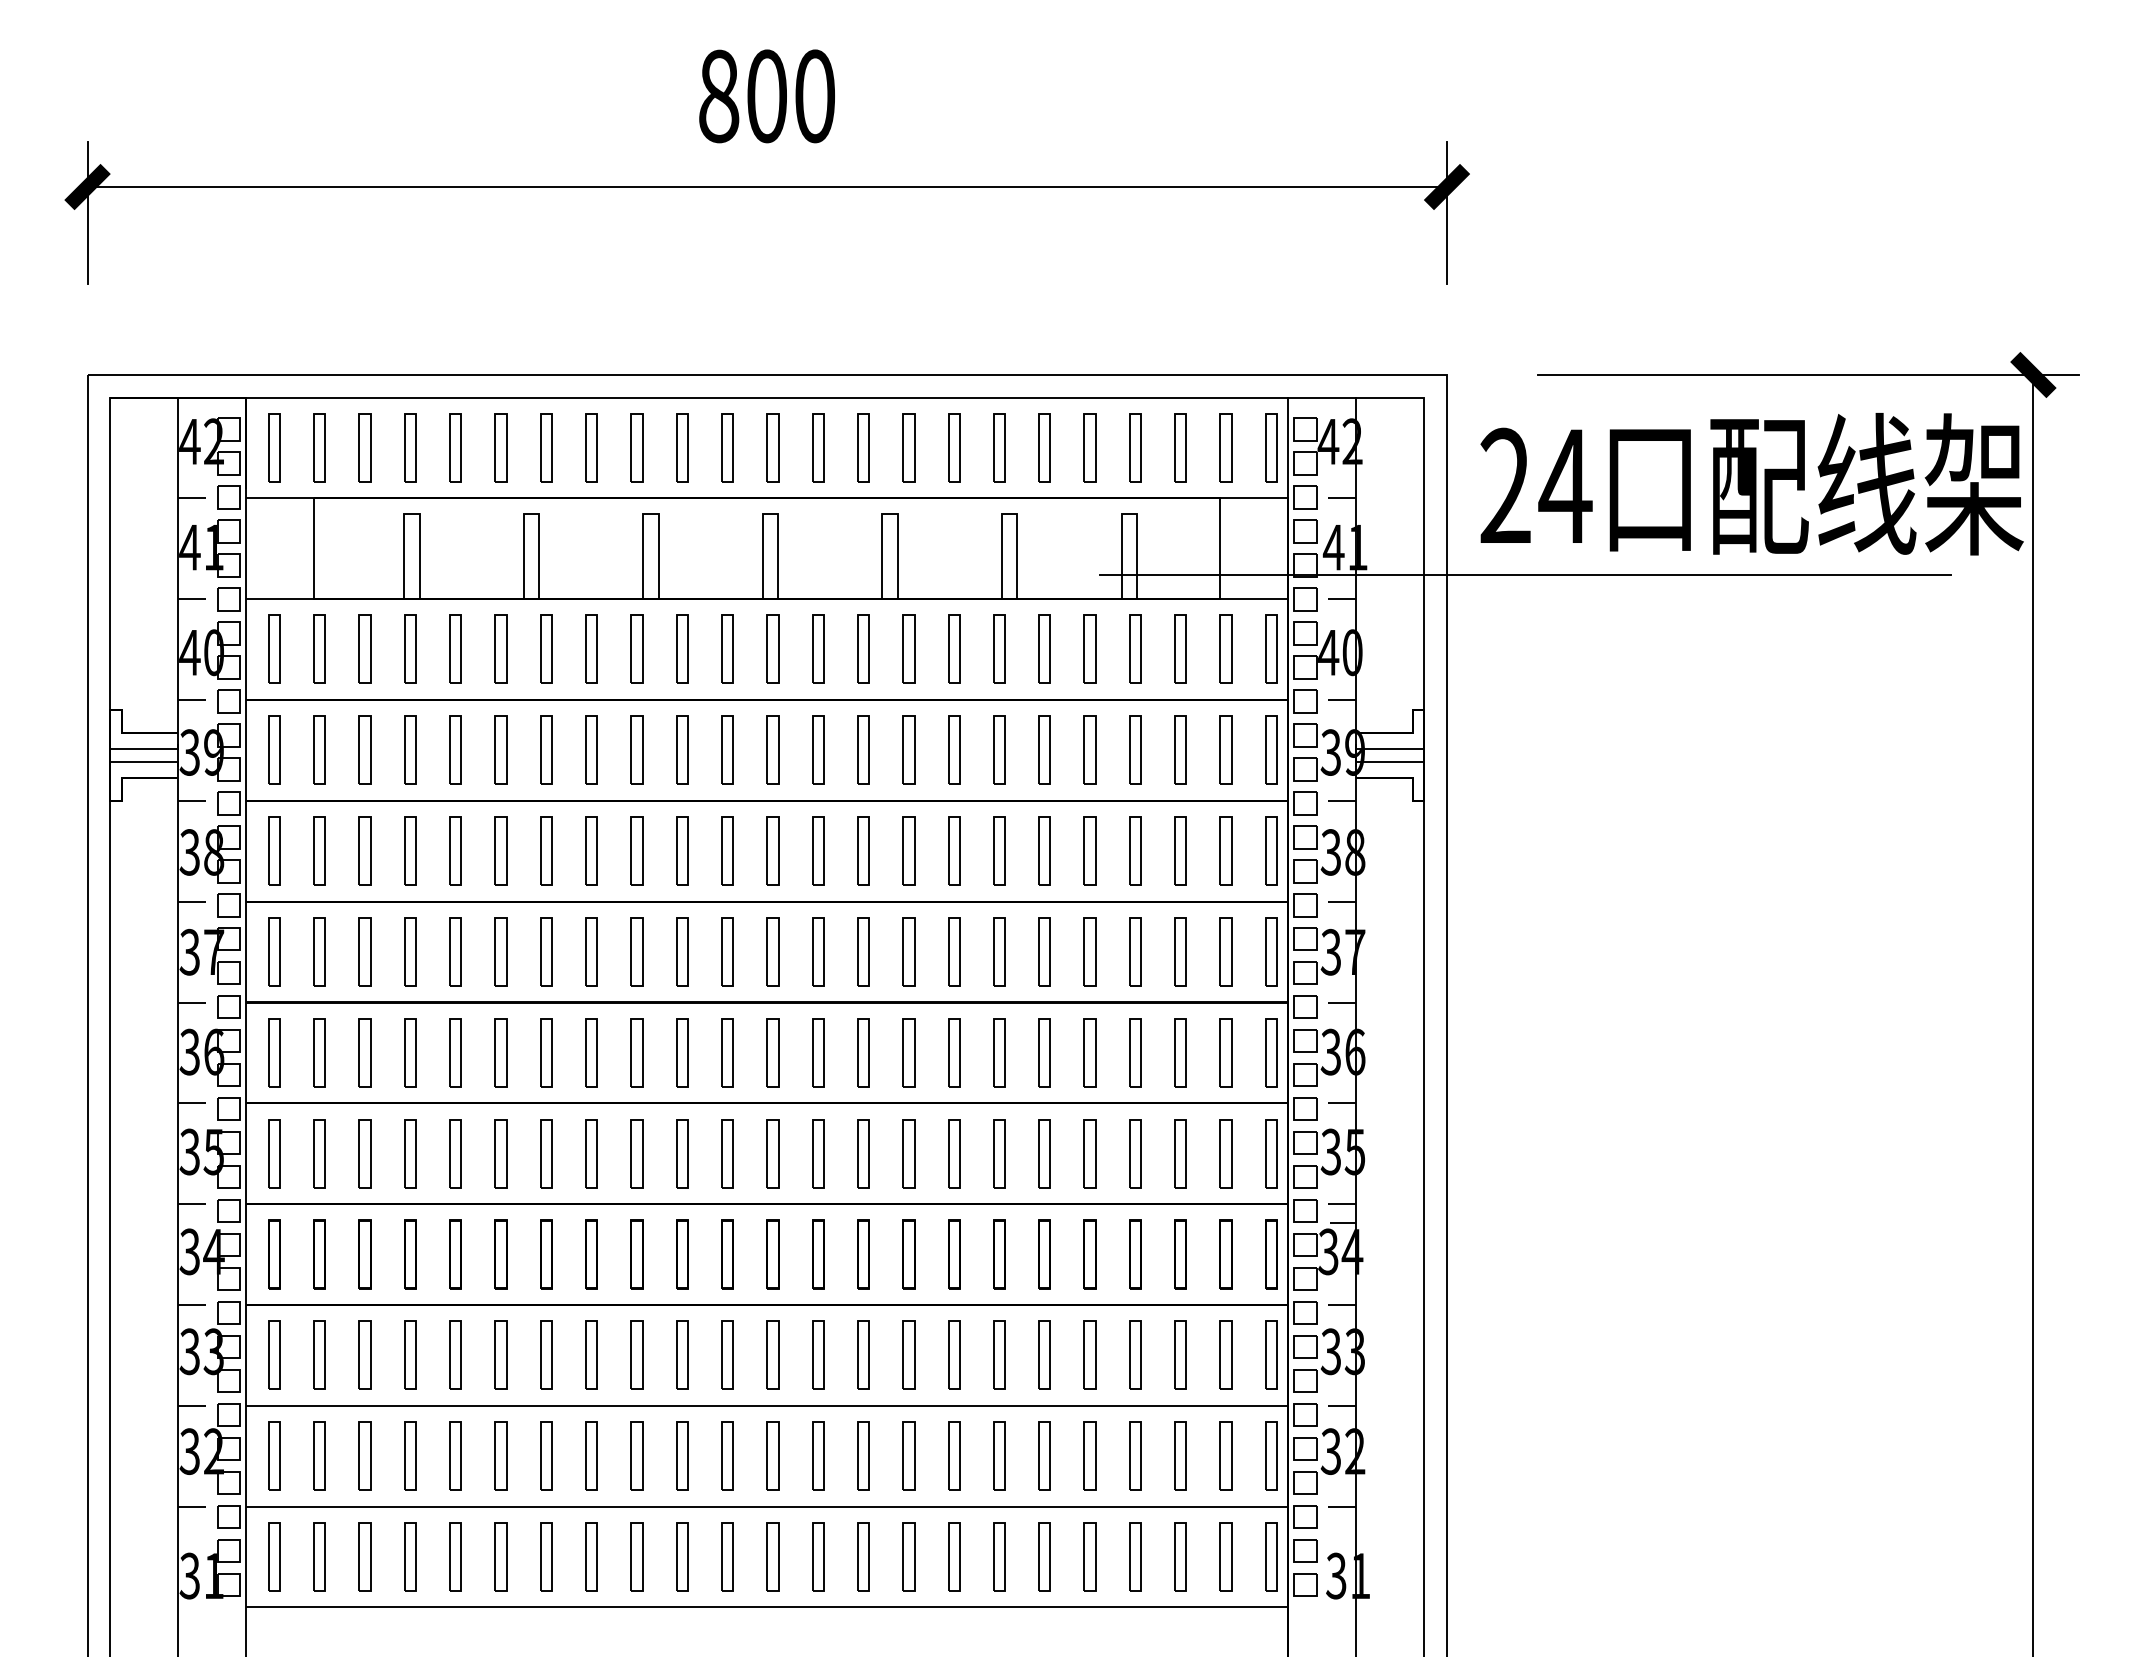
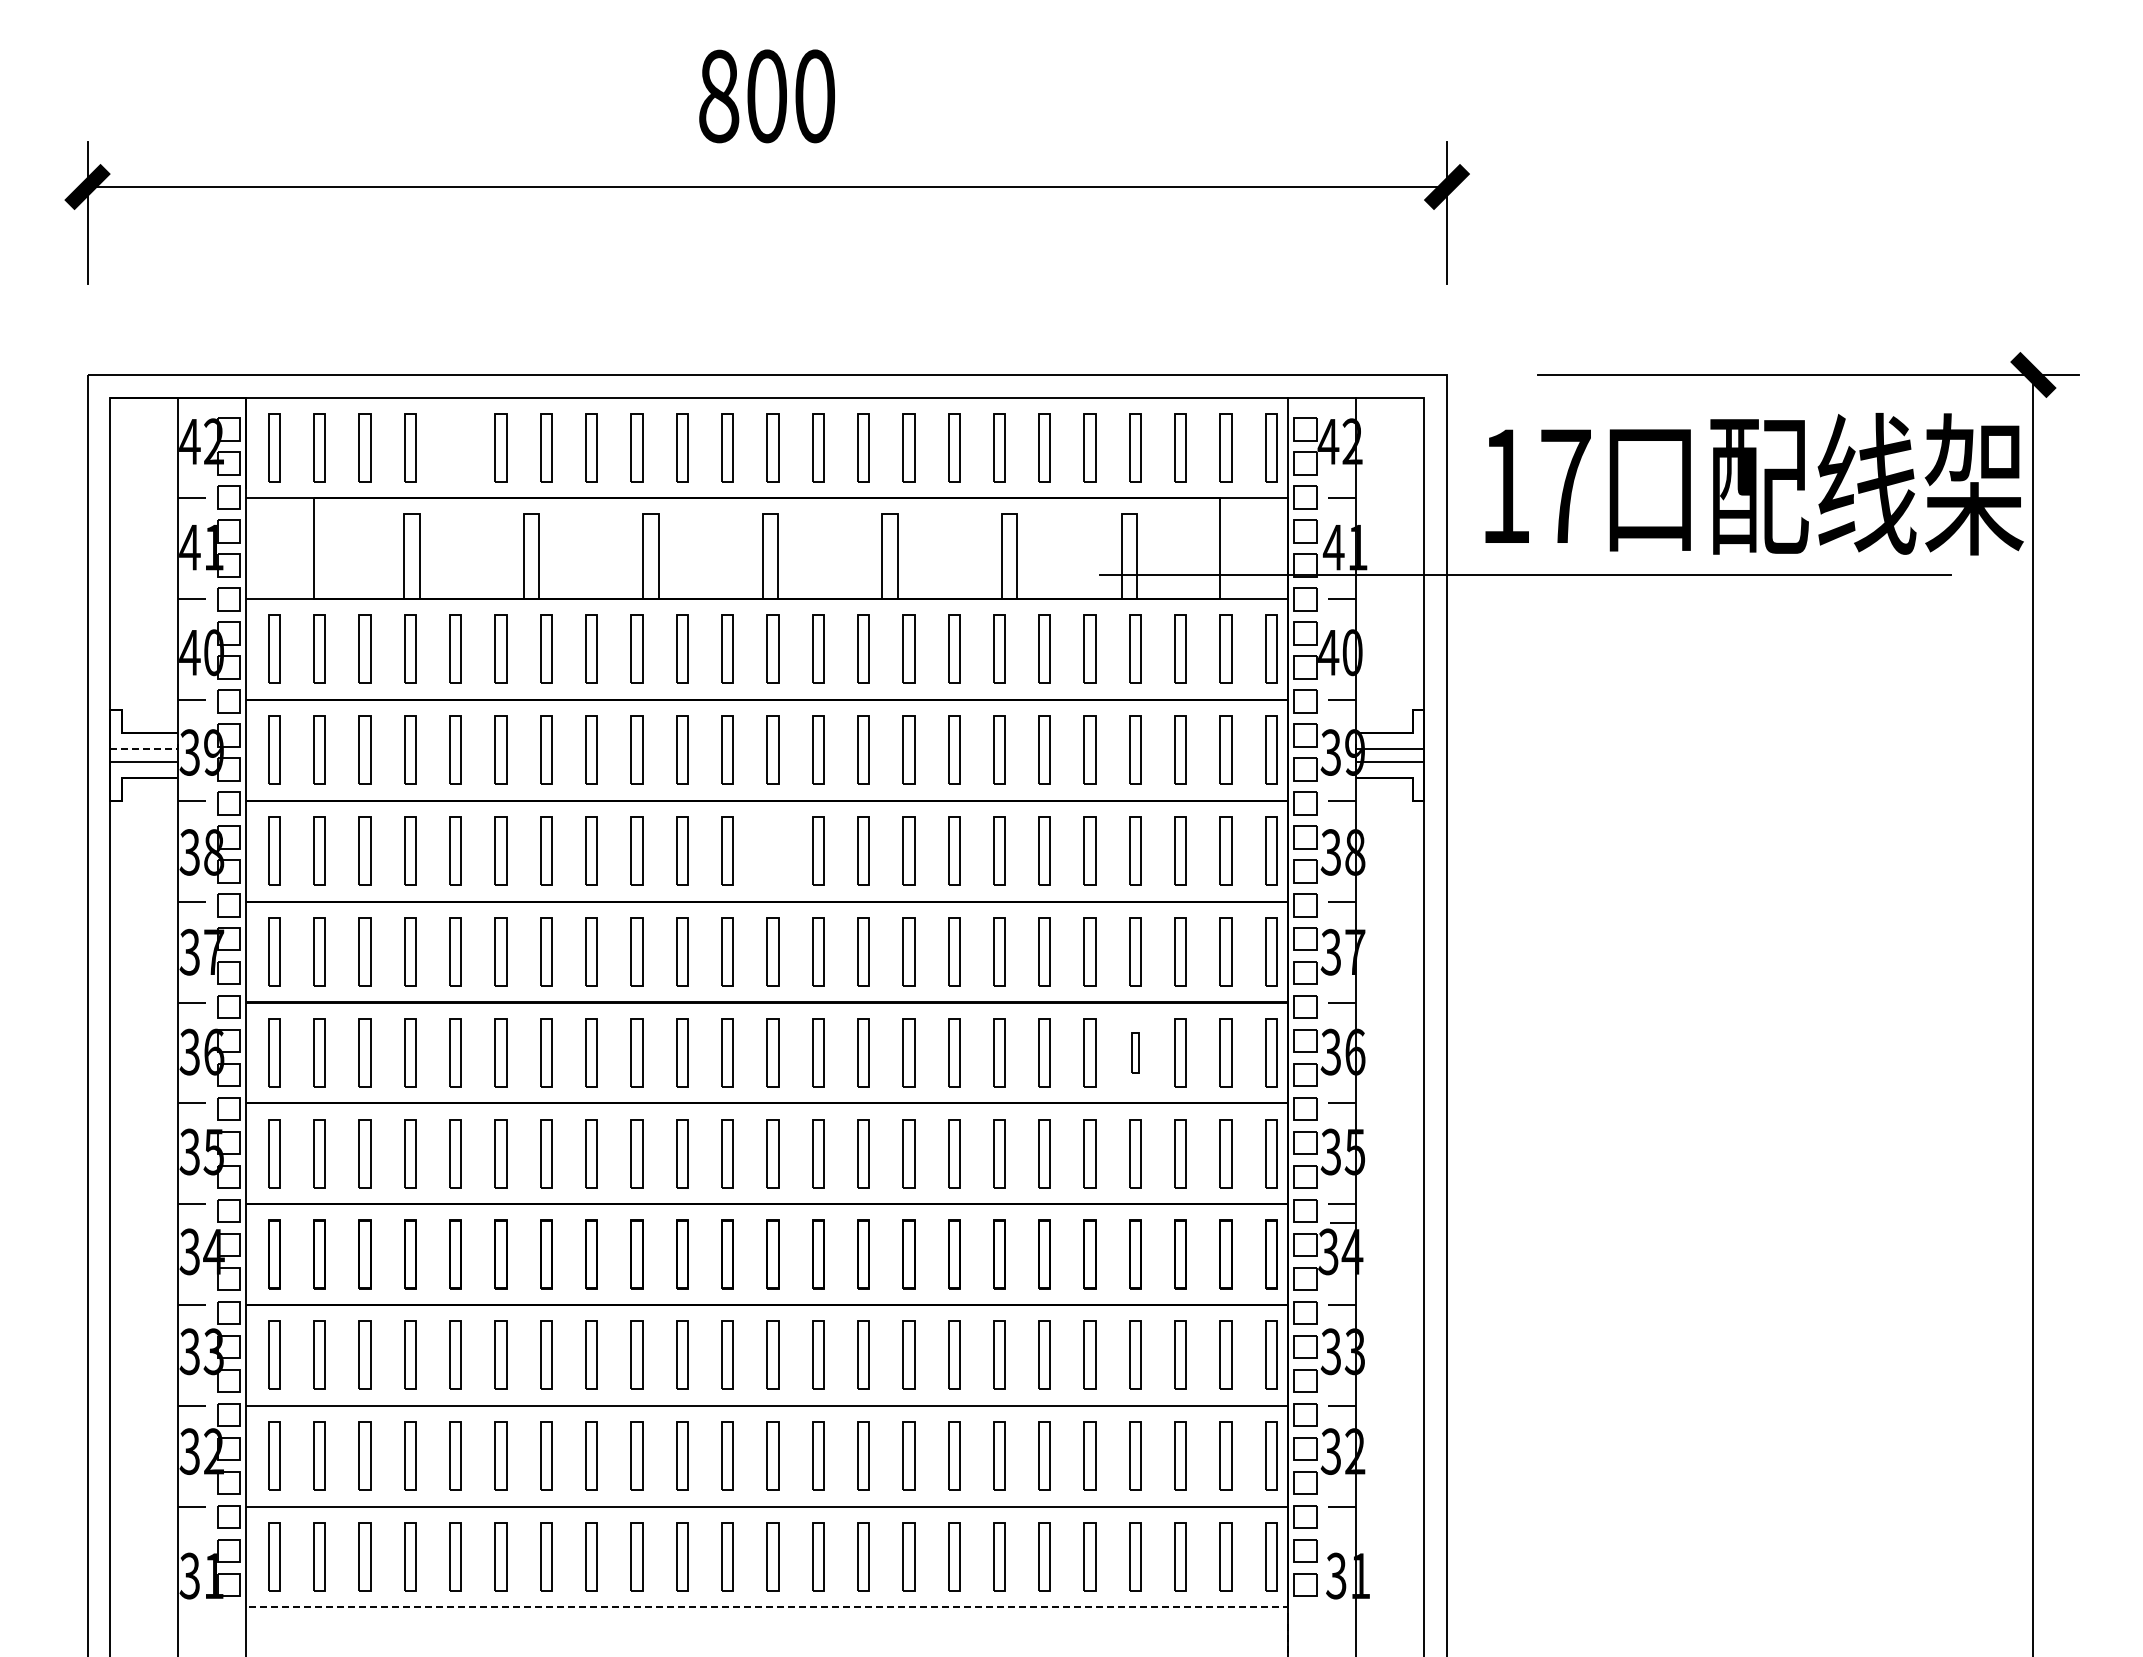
part at (455, 447): present -> none
text at (1536, 484): 24 -> 17
line at (147, 748): solid -> dashed
part at (772, 850): present -> none
part at (1135, 1052) size: 13x70 px -> 9x42 px
line at (791, 1607): solid -> dashed
